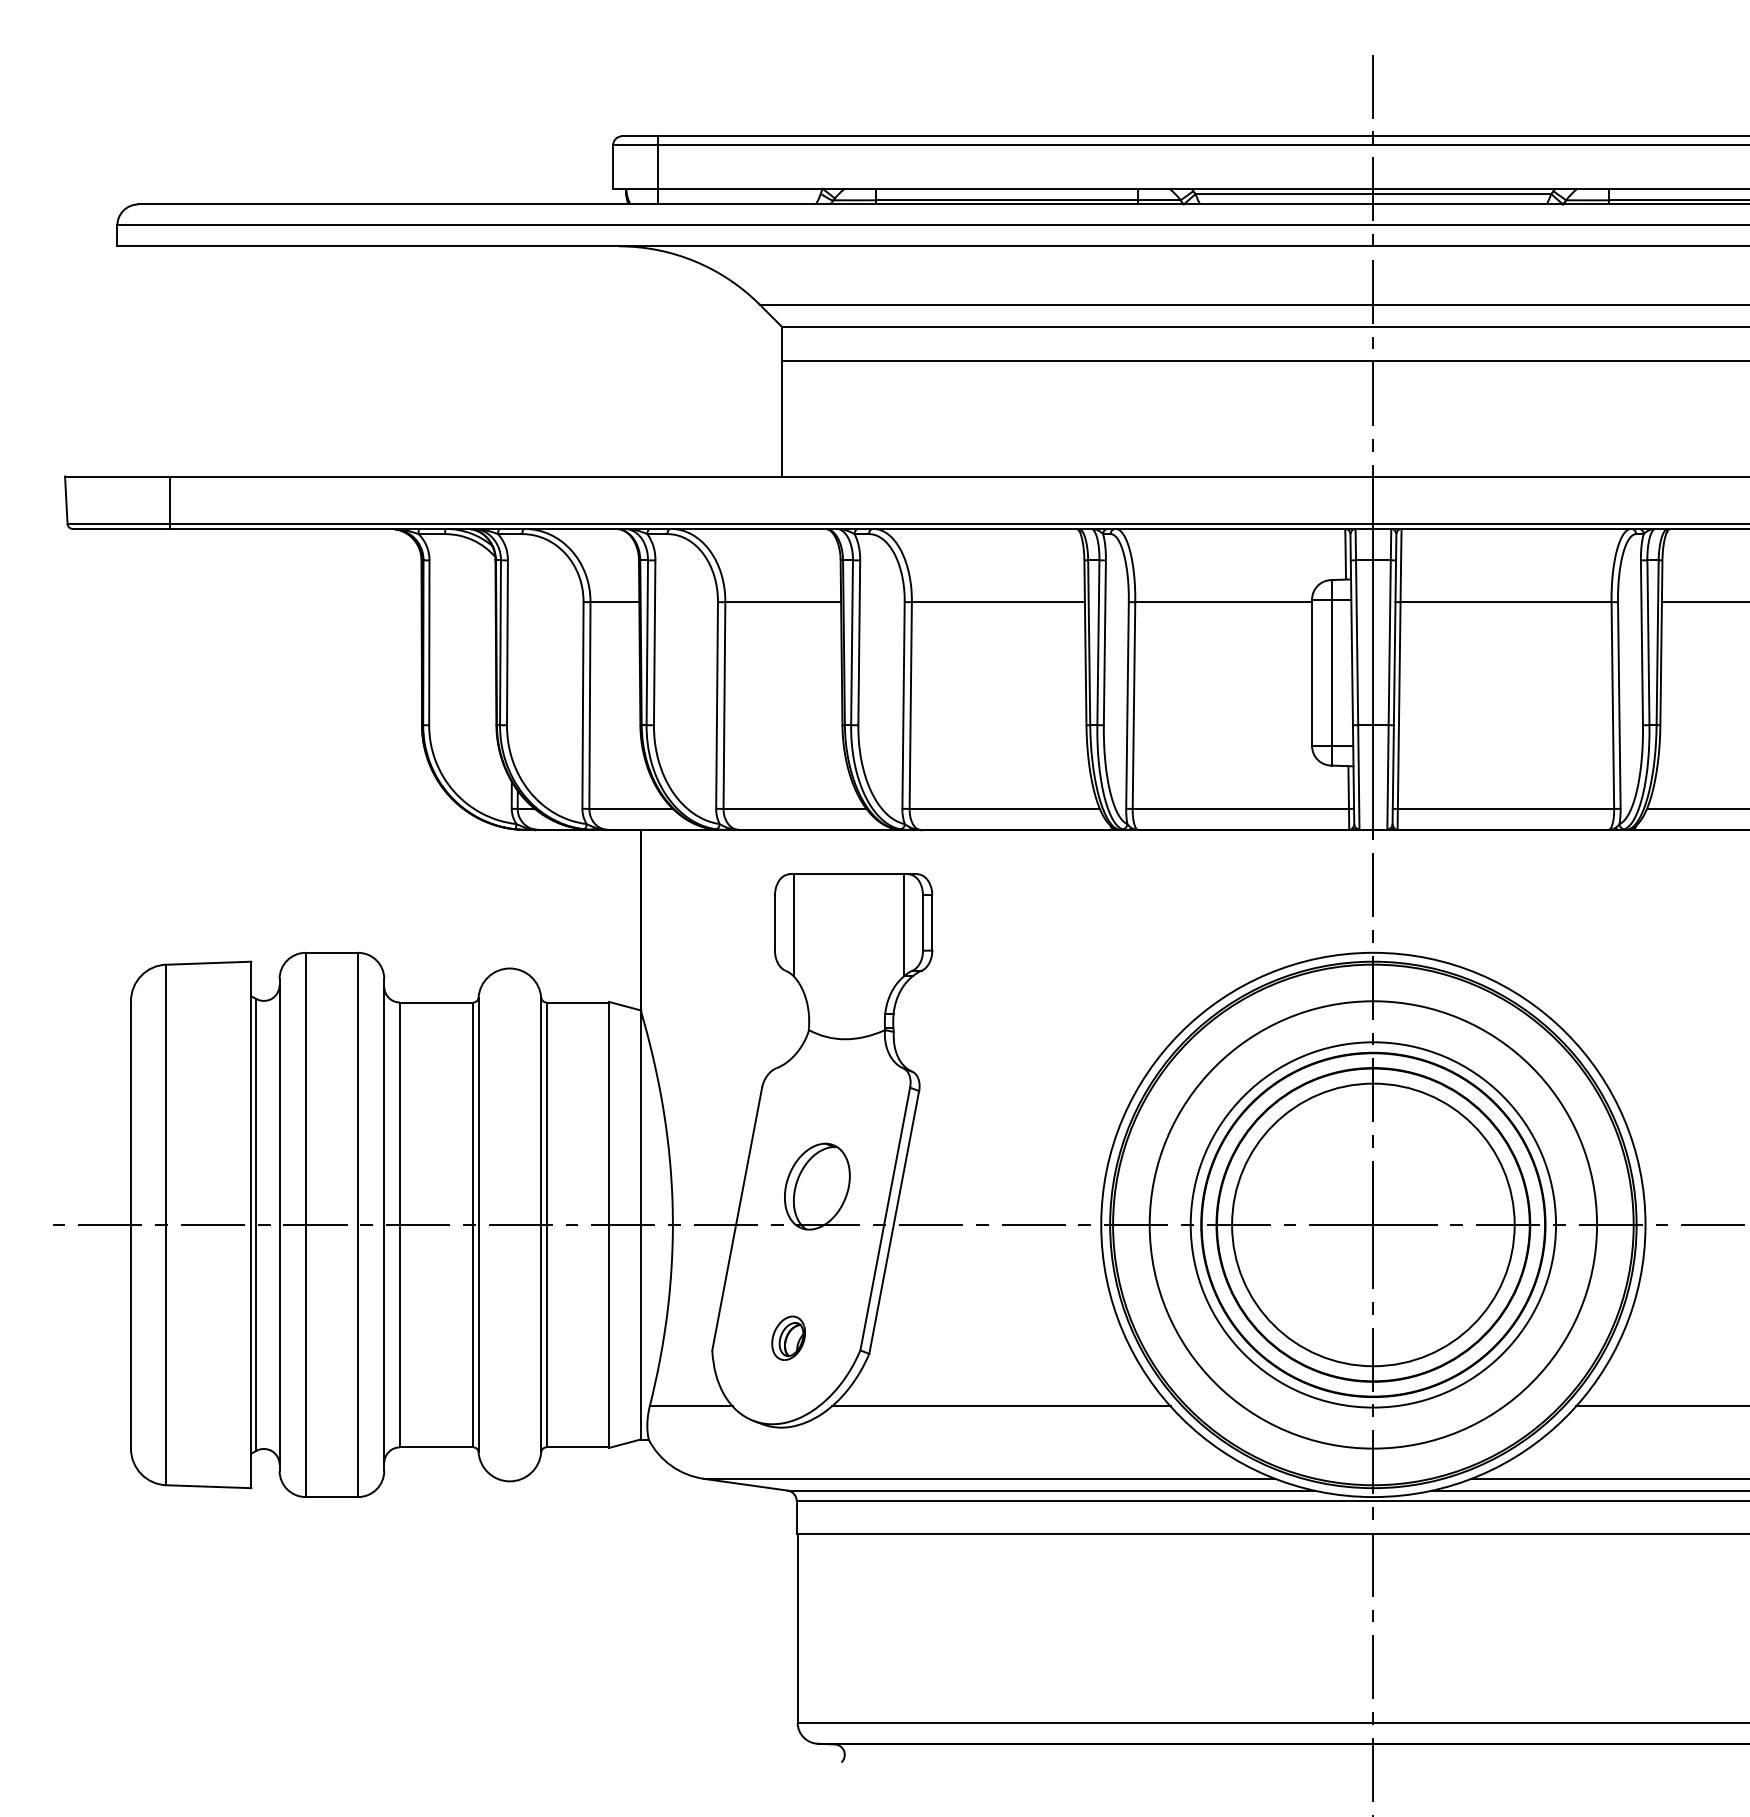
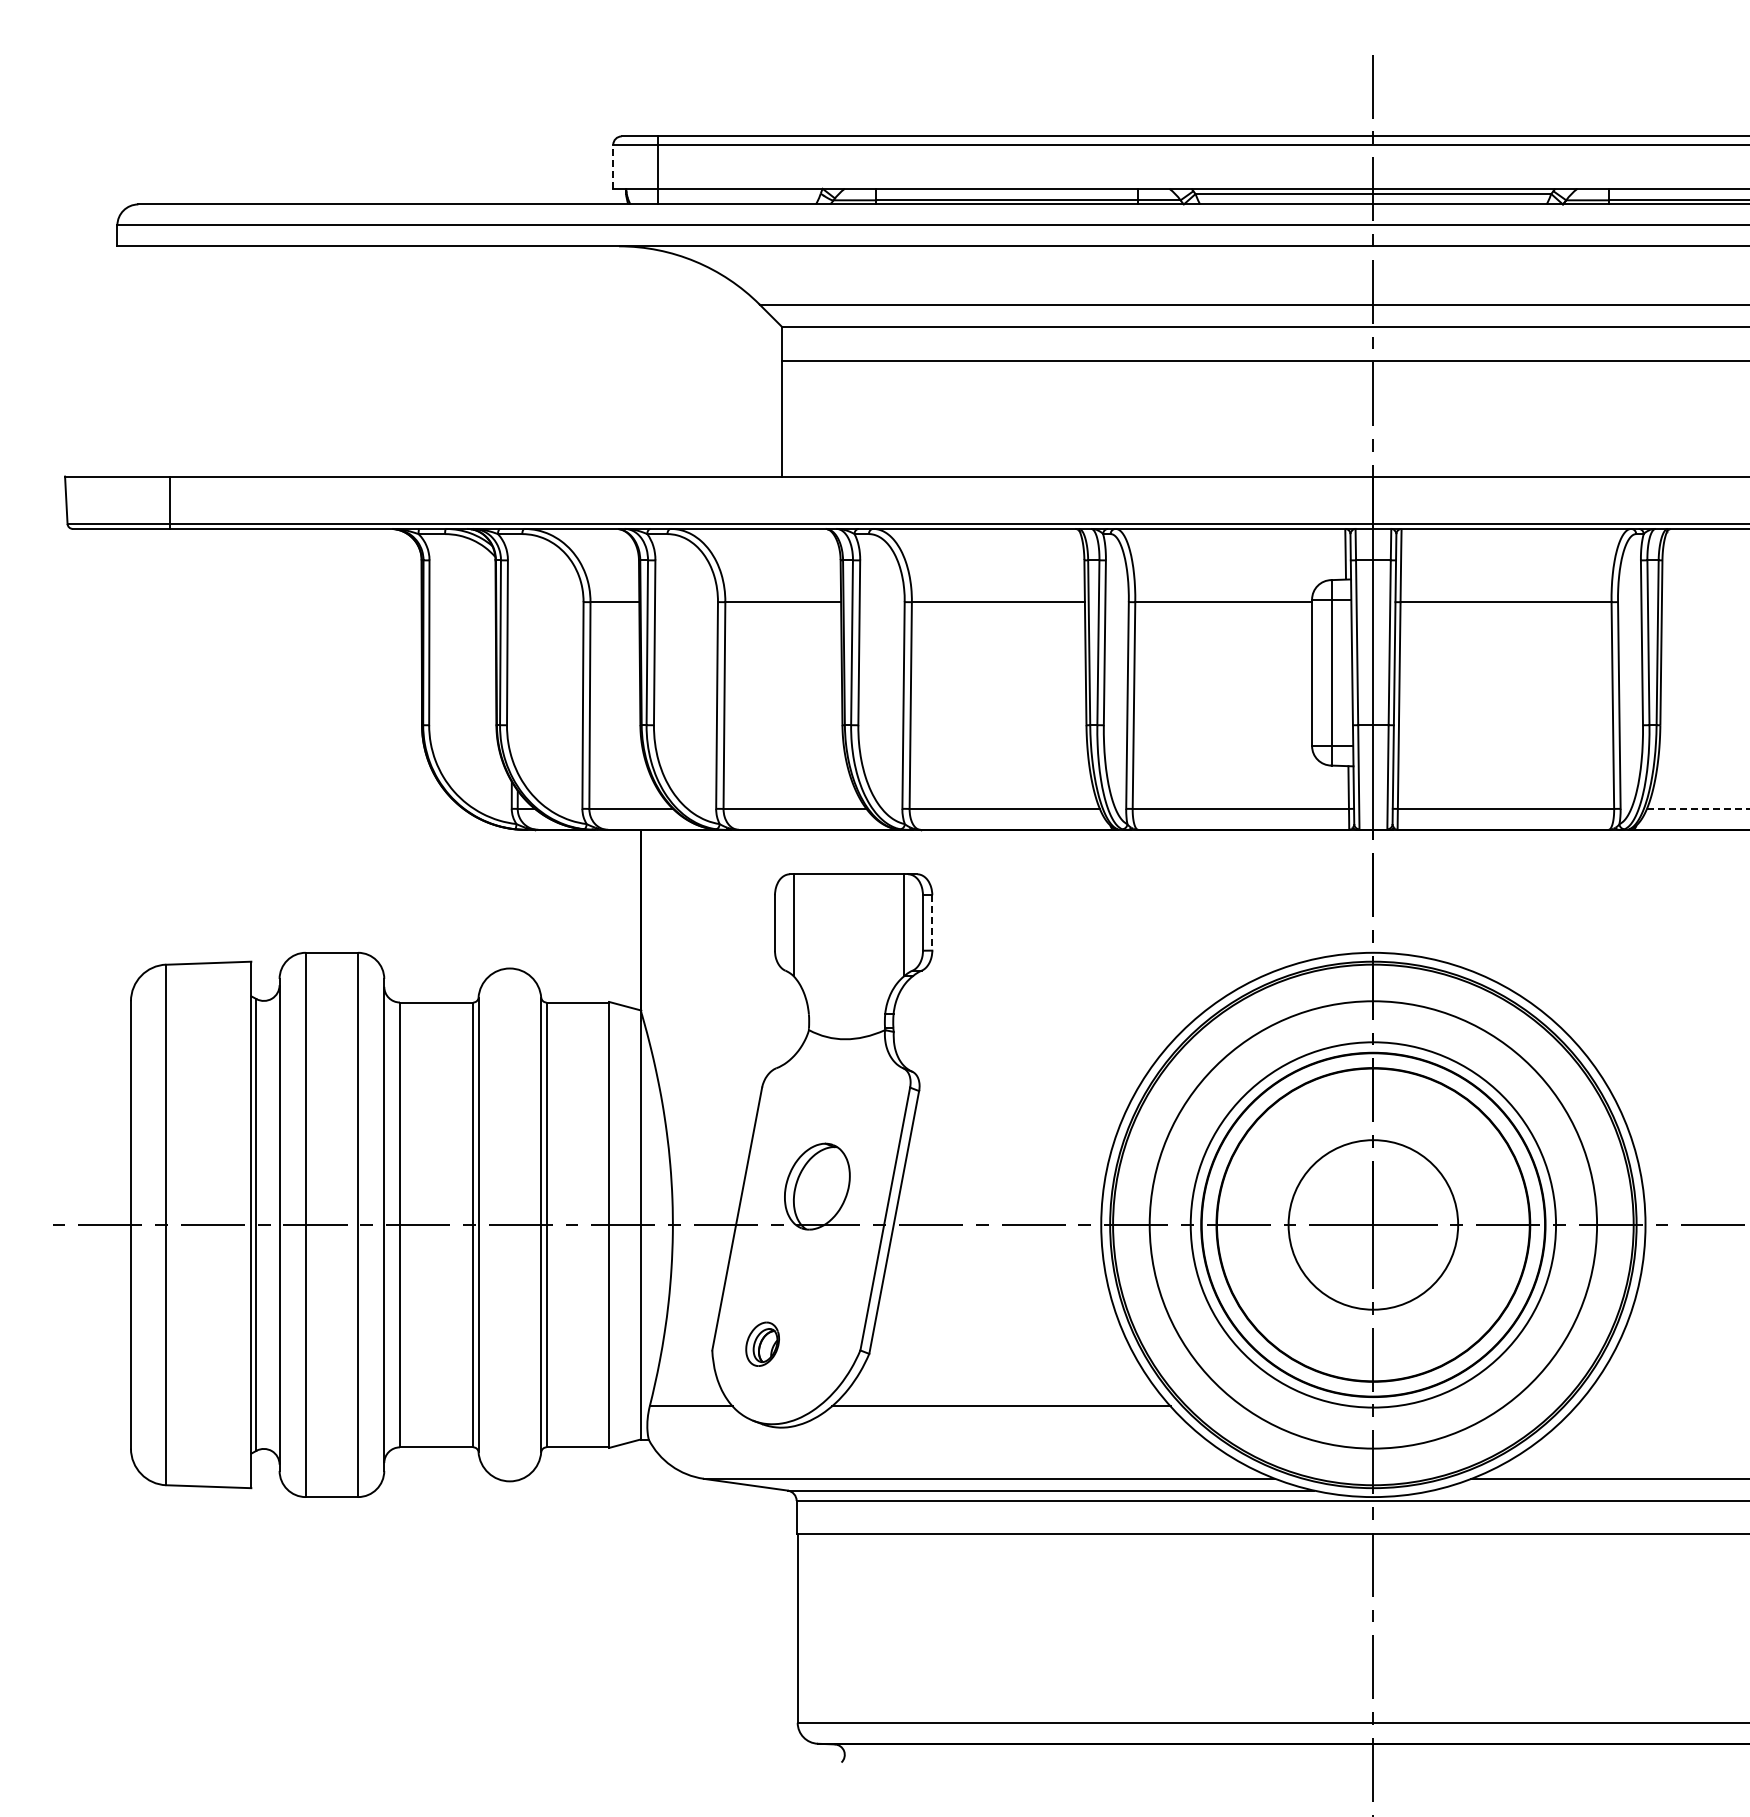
line at (613, 166): solid -> dashed
line at (1703, 602): present -> none
line at (1698, 808): solid -> dashed
line at (932, 922): solid -> dashed
circle at (1373, 1224) diameter: 283 px -> 170 px
part at (788, 1337) position: (788, 1337) -> (762, 1343)
line at (1661, 1406): present -> none
line at (1589, 1490): present -> none
